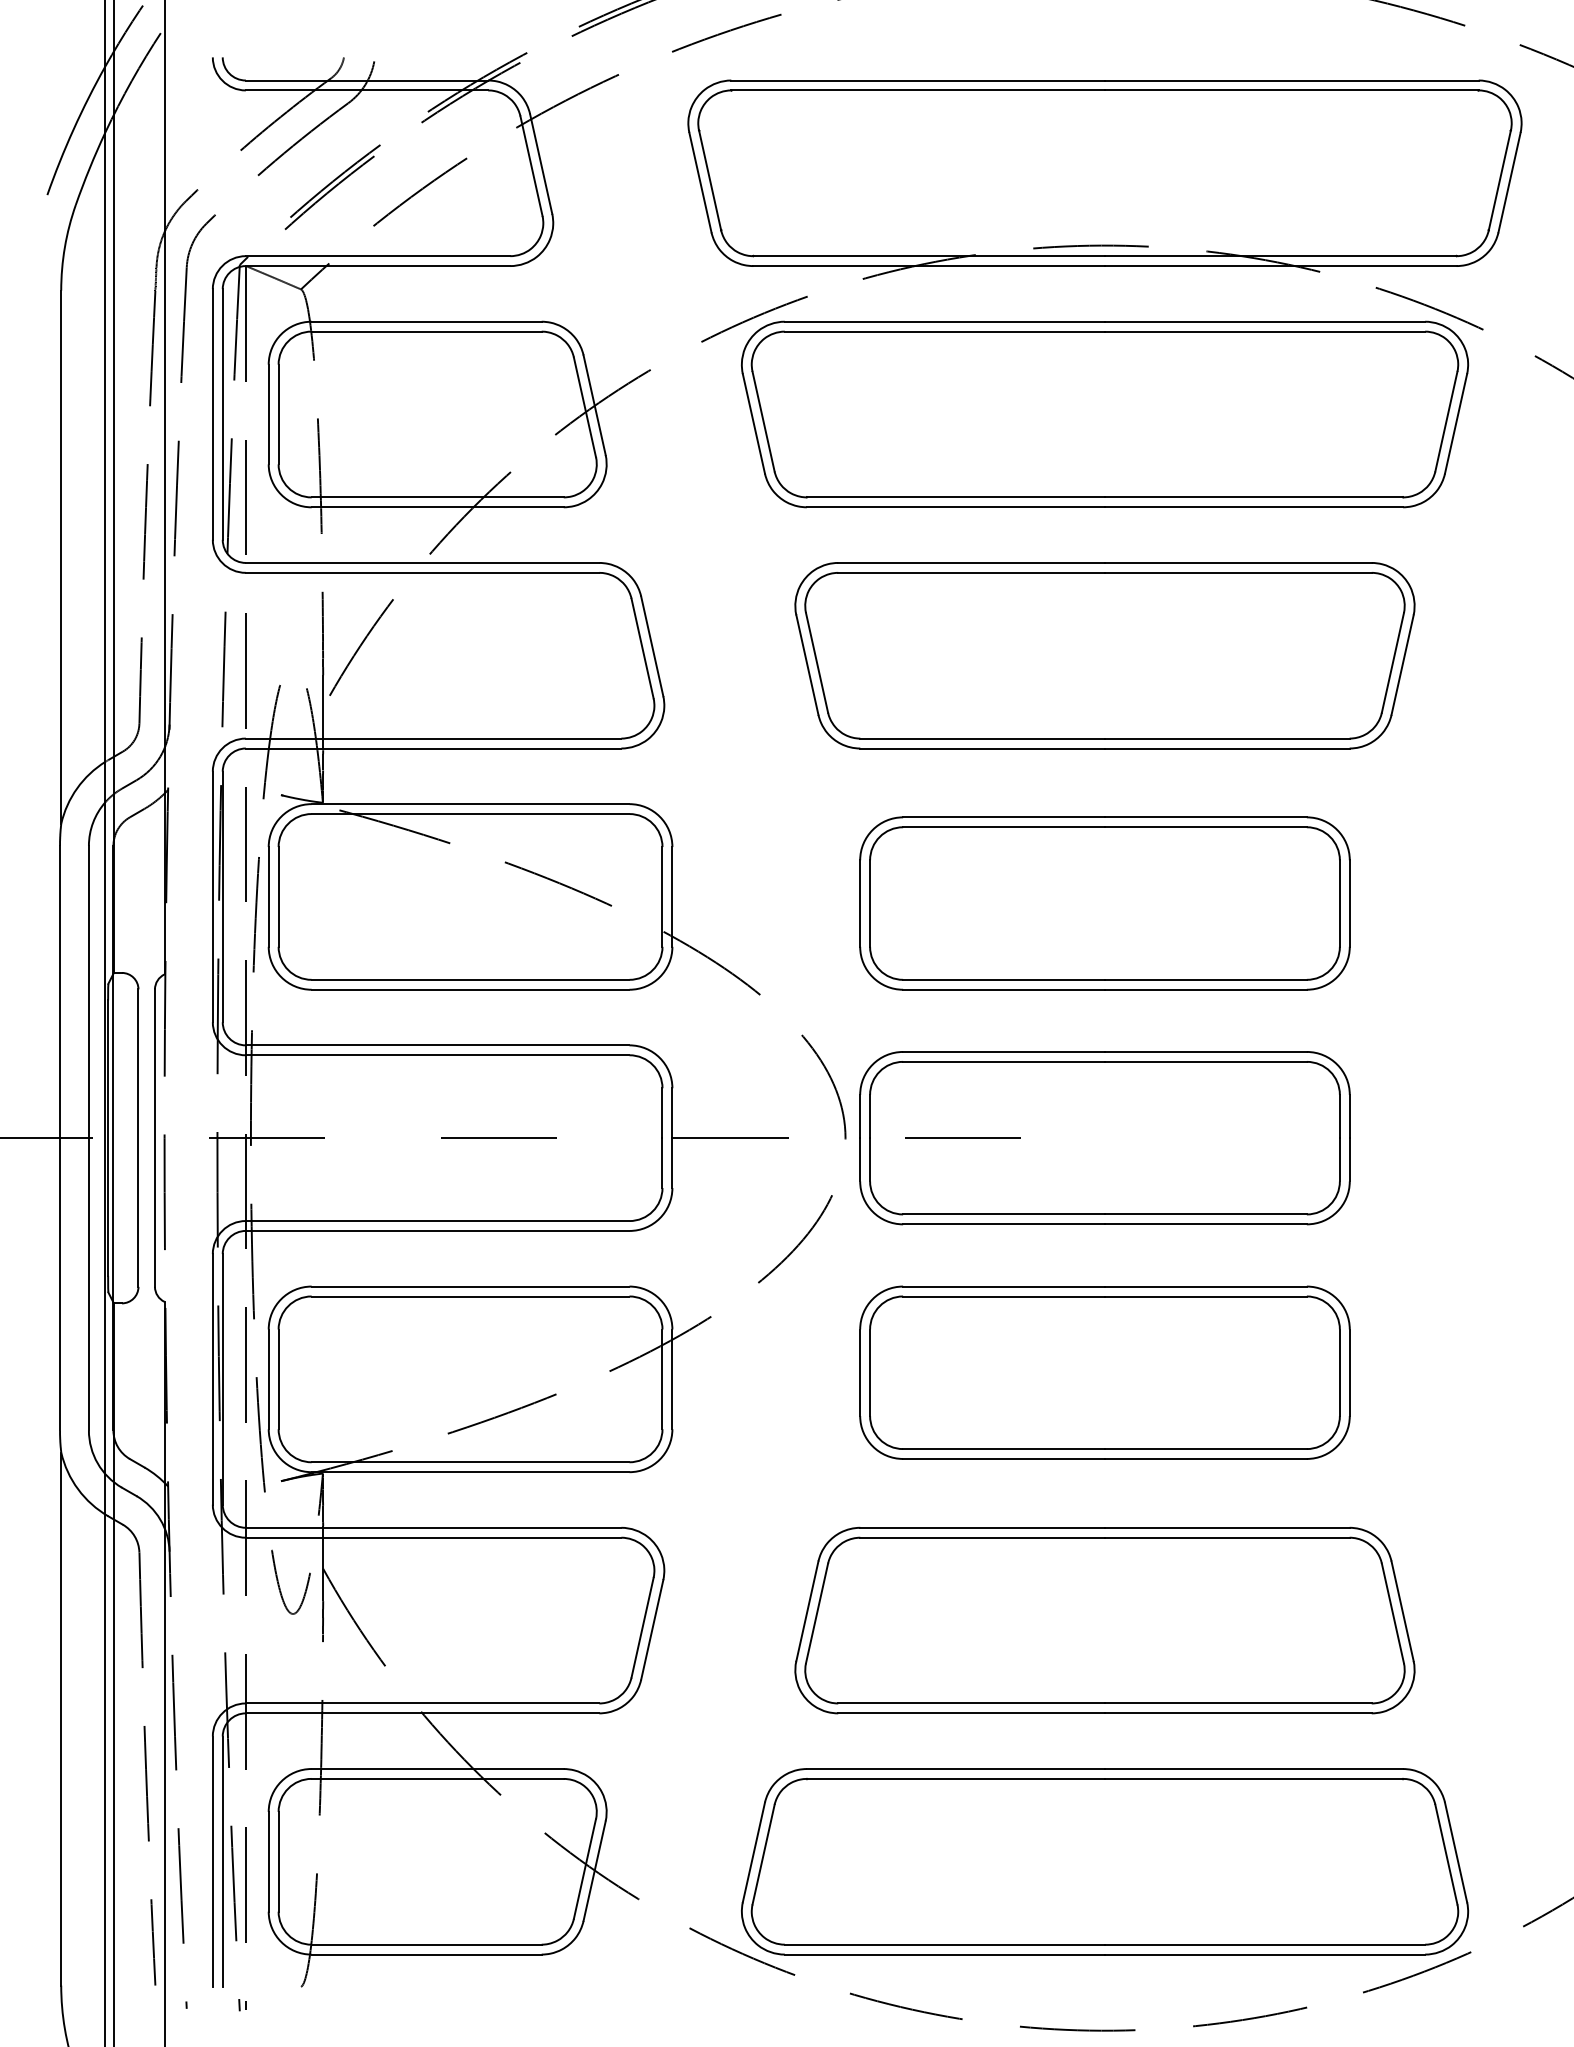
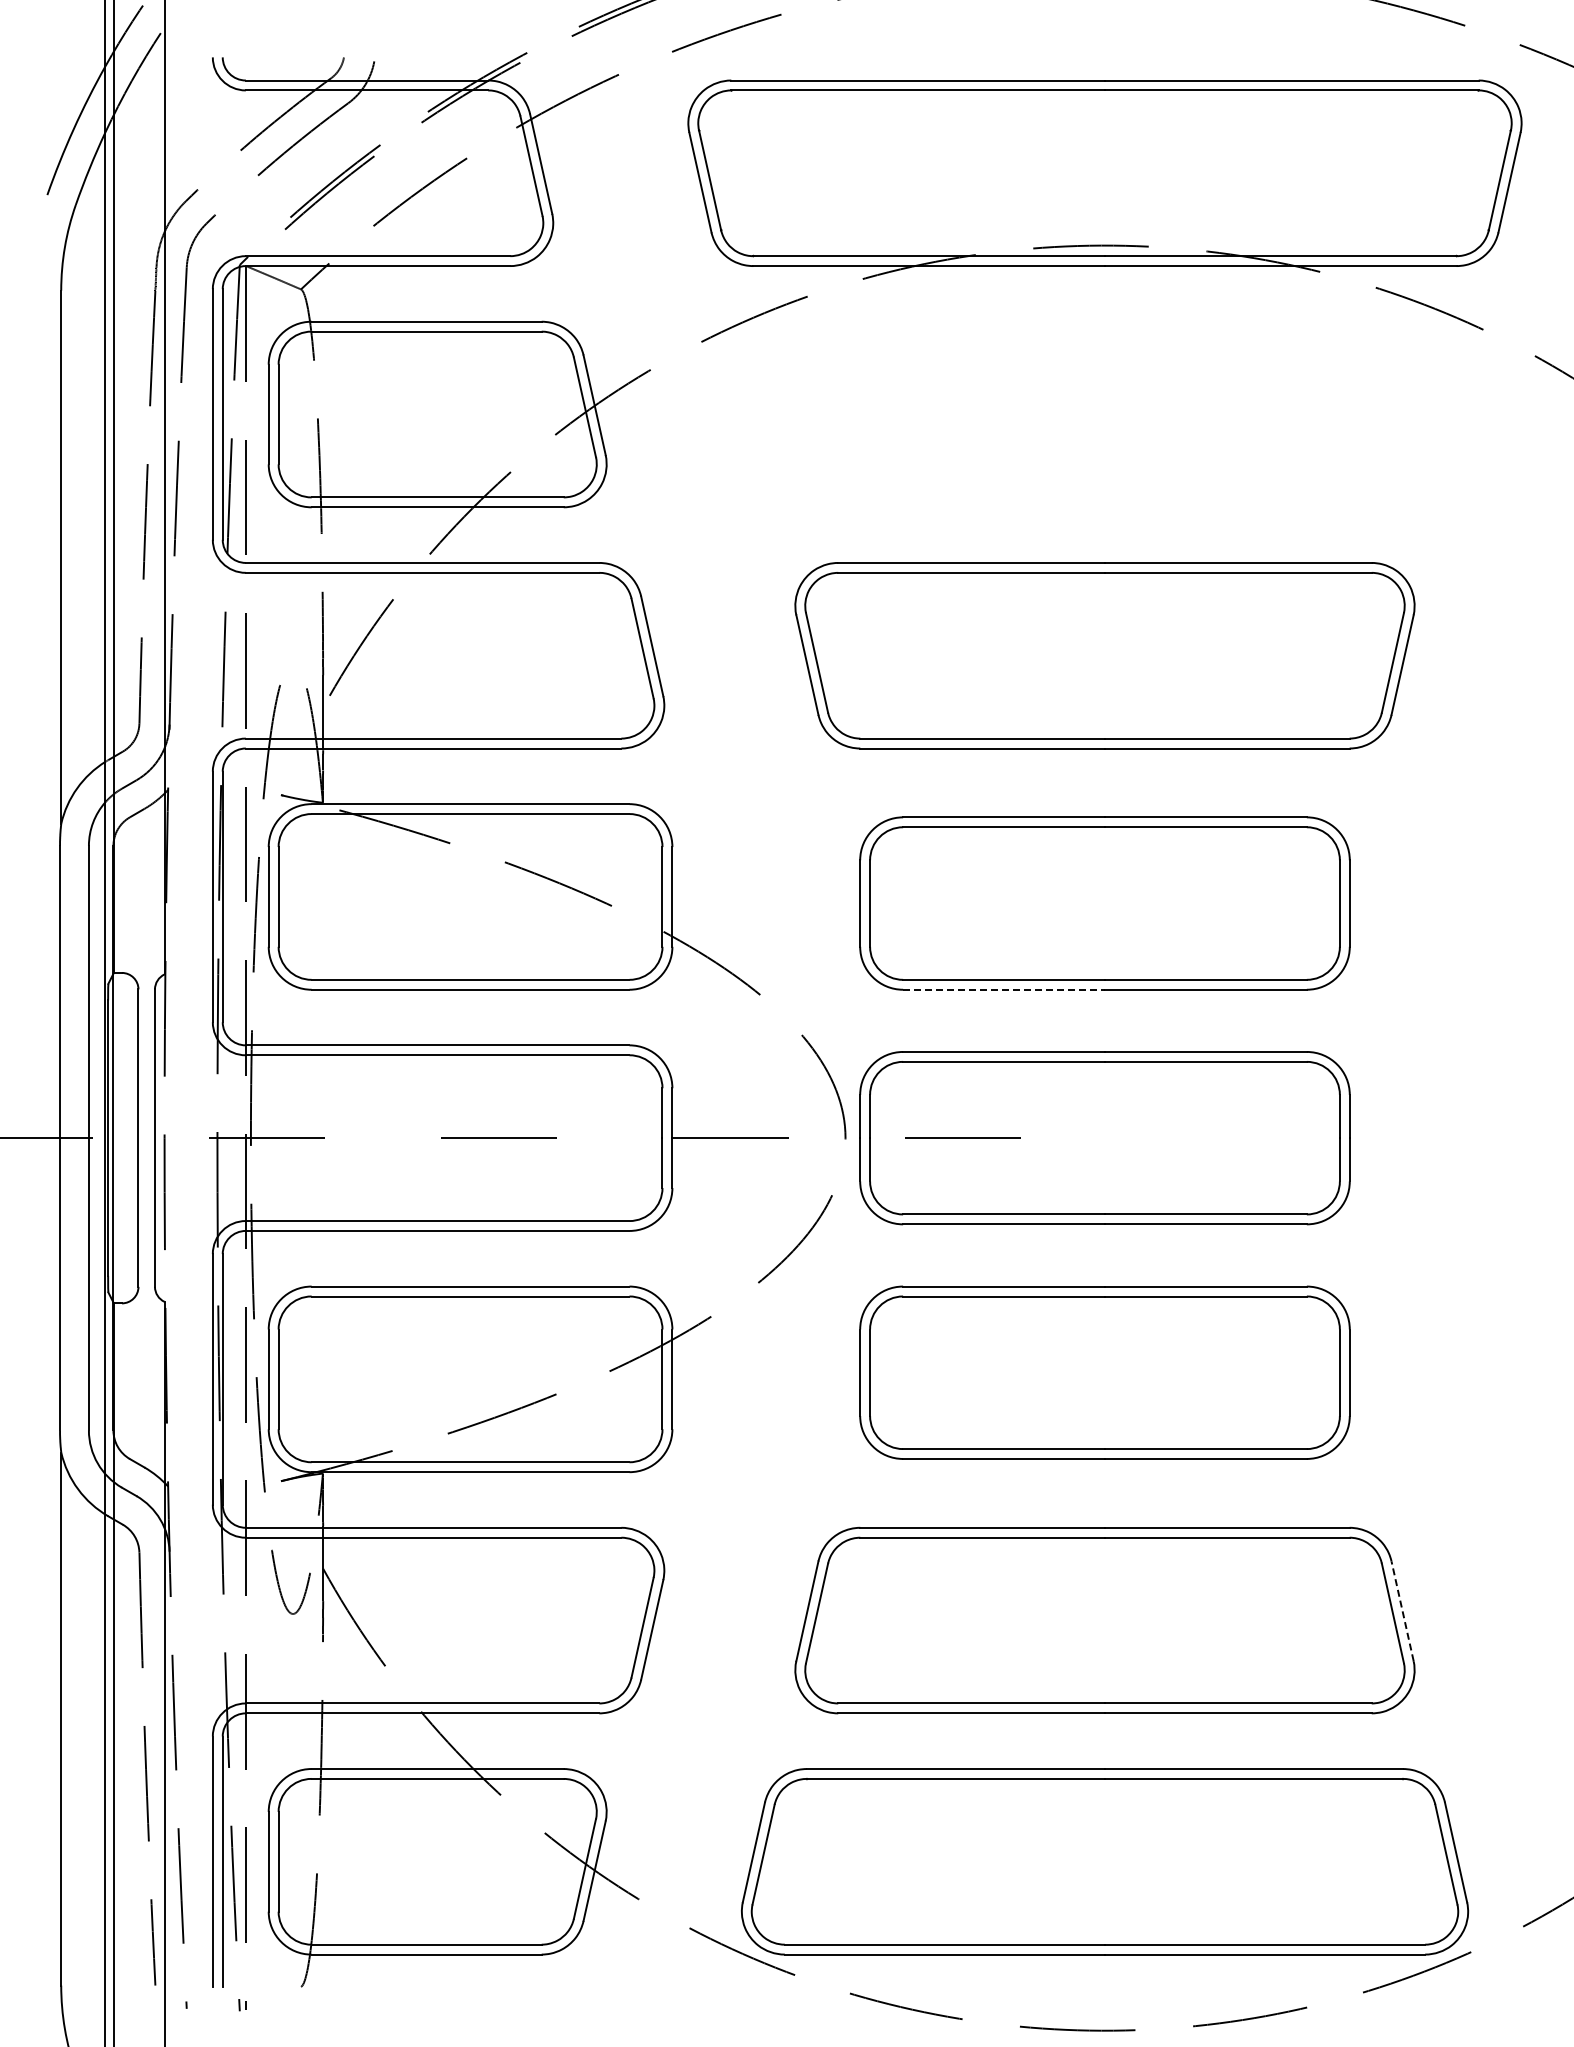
part at (1105, 414): present -> none
line at (1004, 989): solid -> dashed
line at (1402, 1610): solid -> dashed
